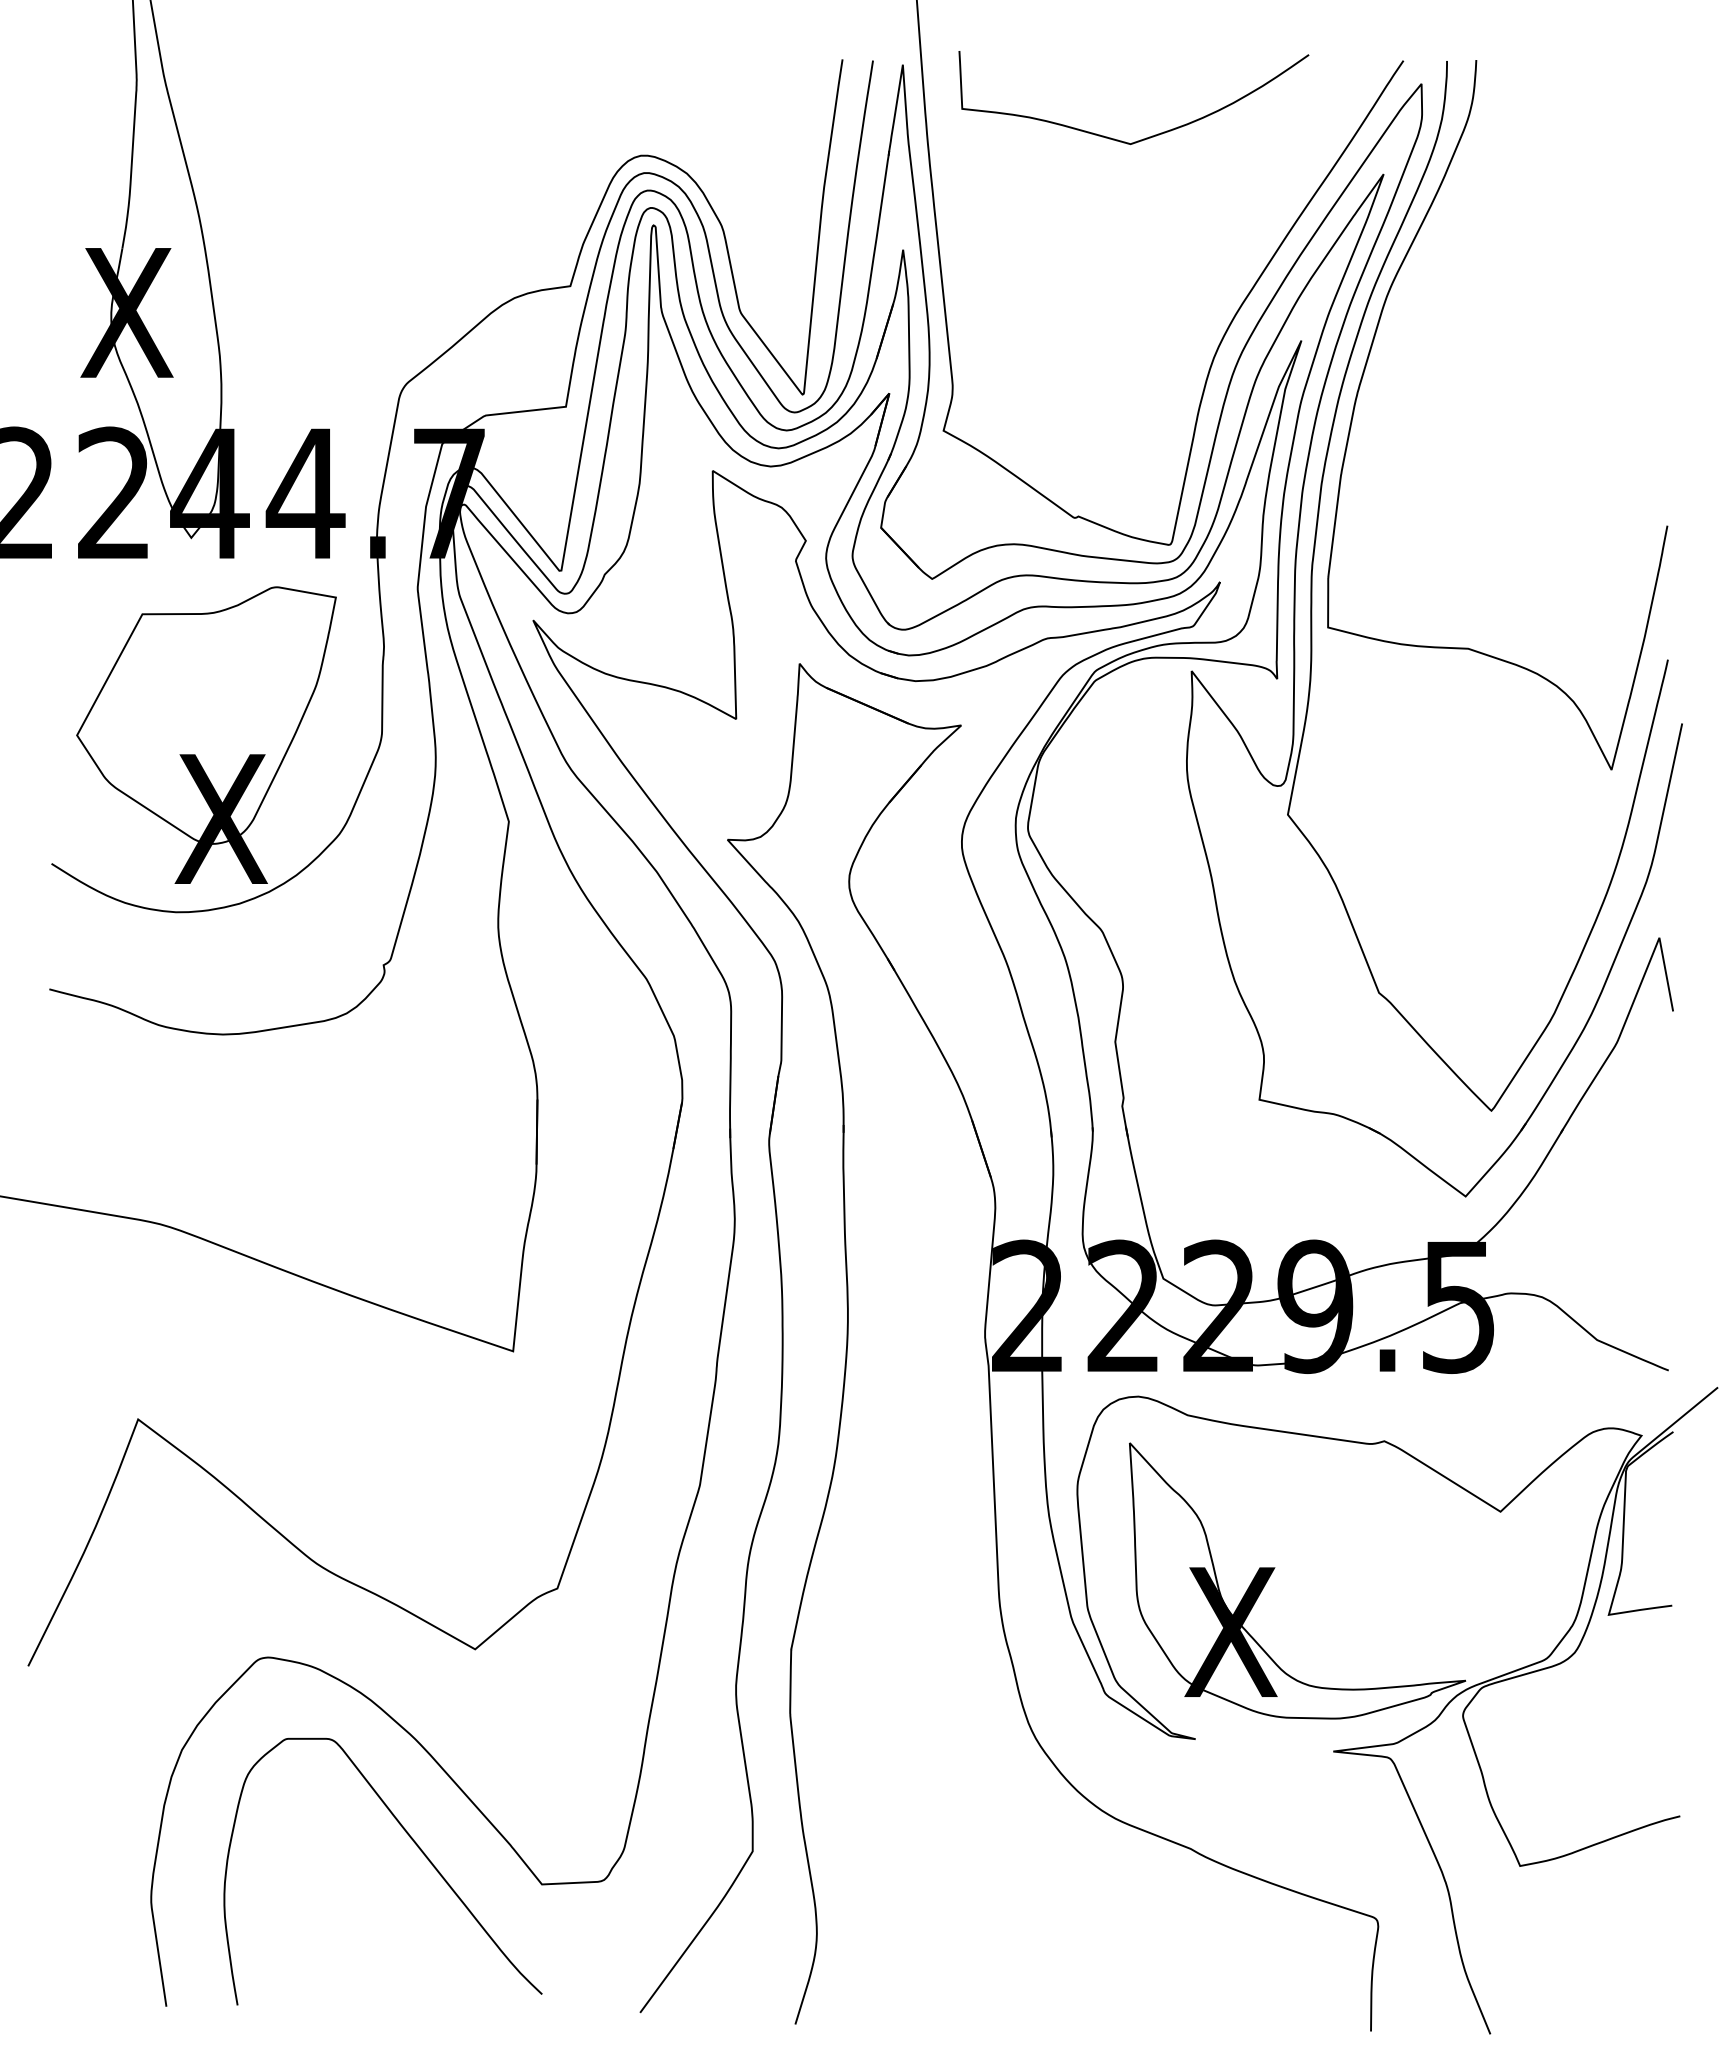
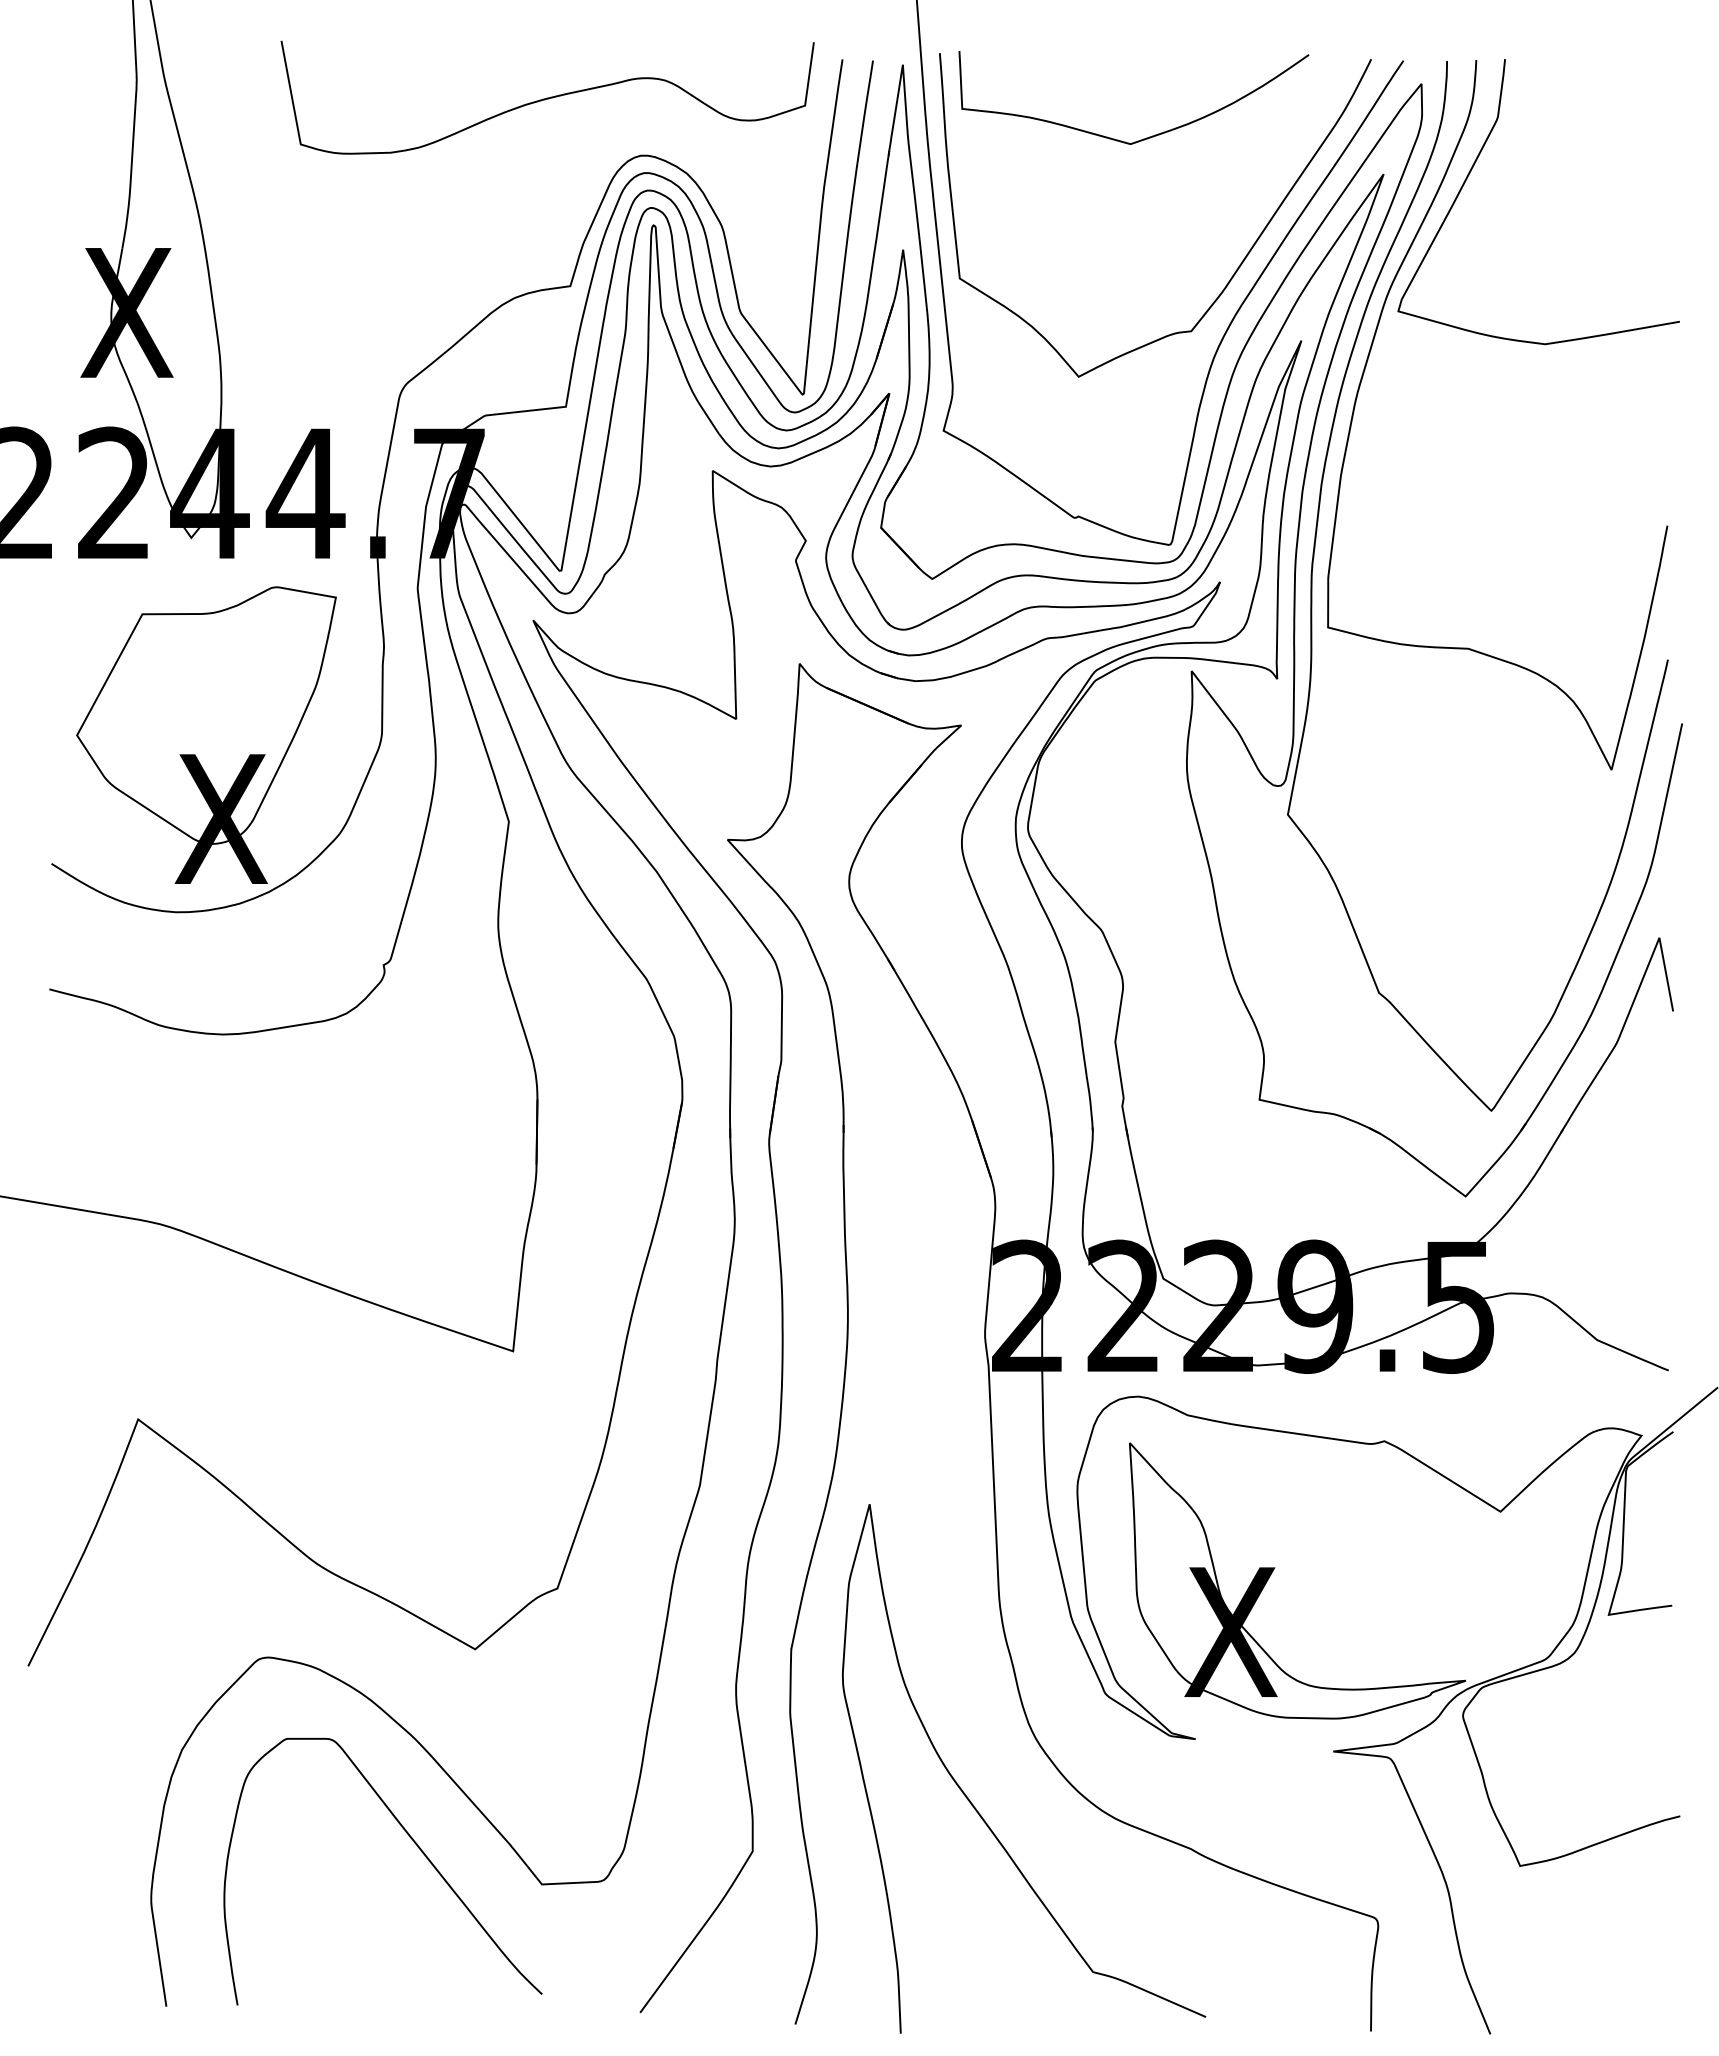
curve at (547, 97): none -> present
curve at (1472, 169): none -> present
curve at (1235, 270): none -> present
curve at (973, 1804): none -> present
